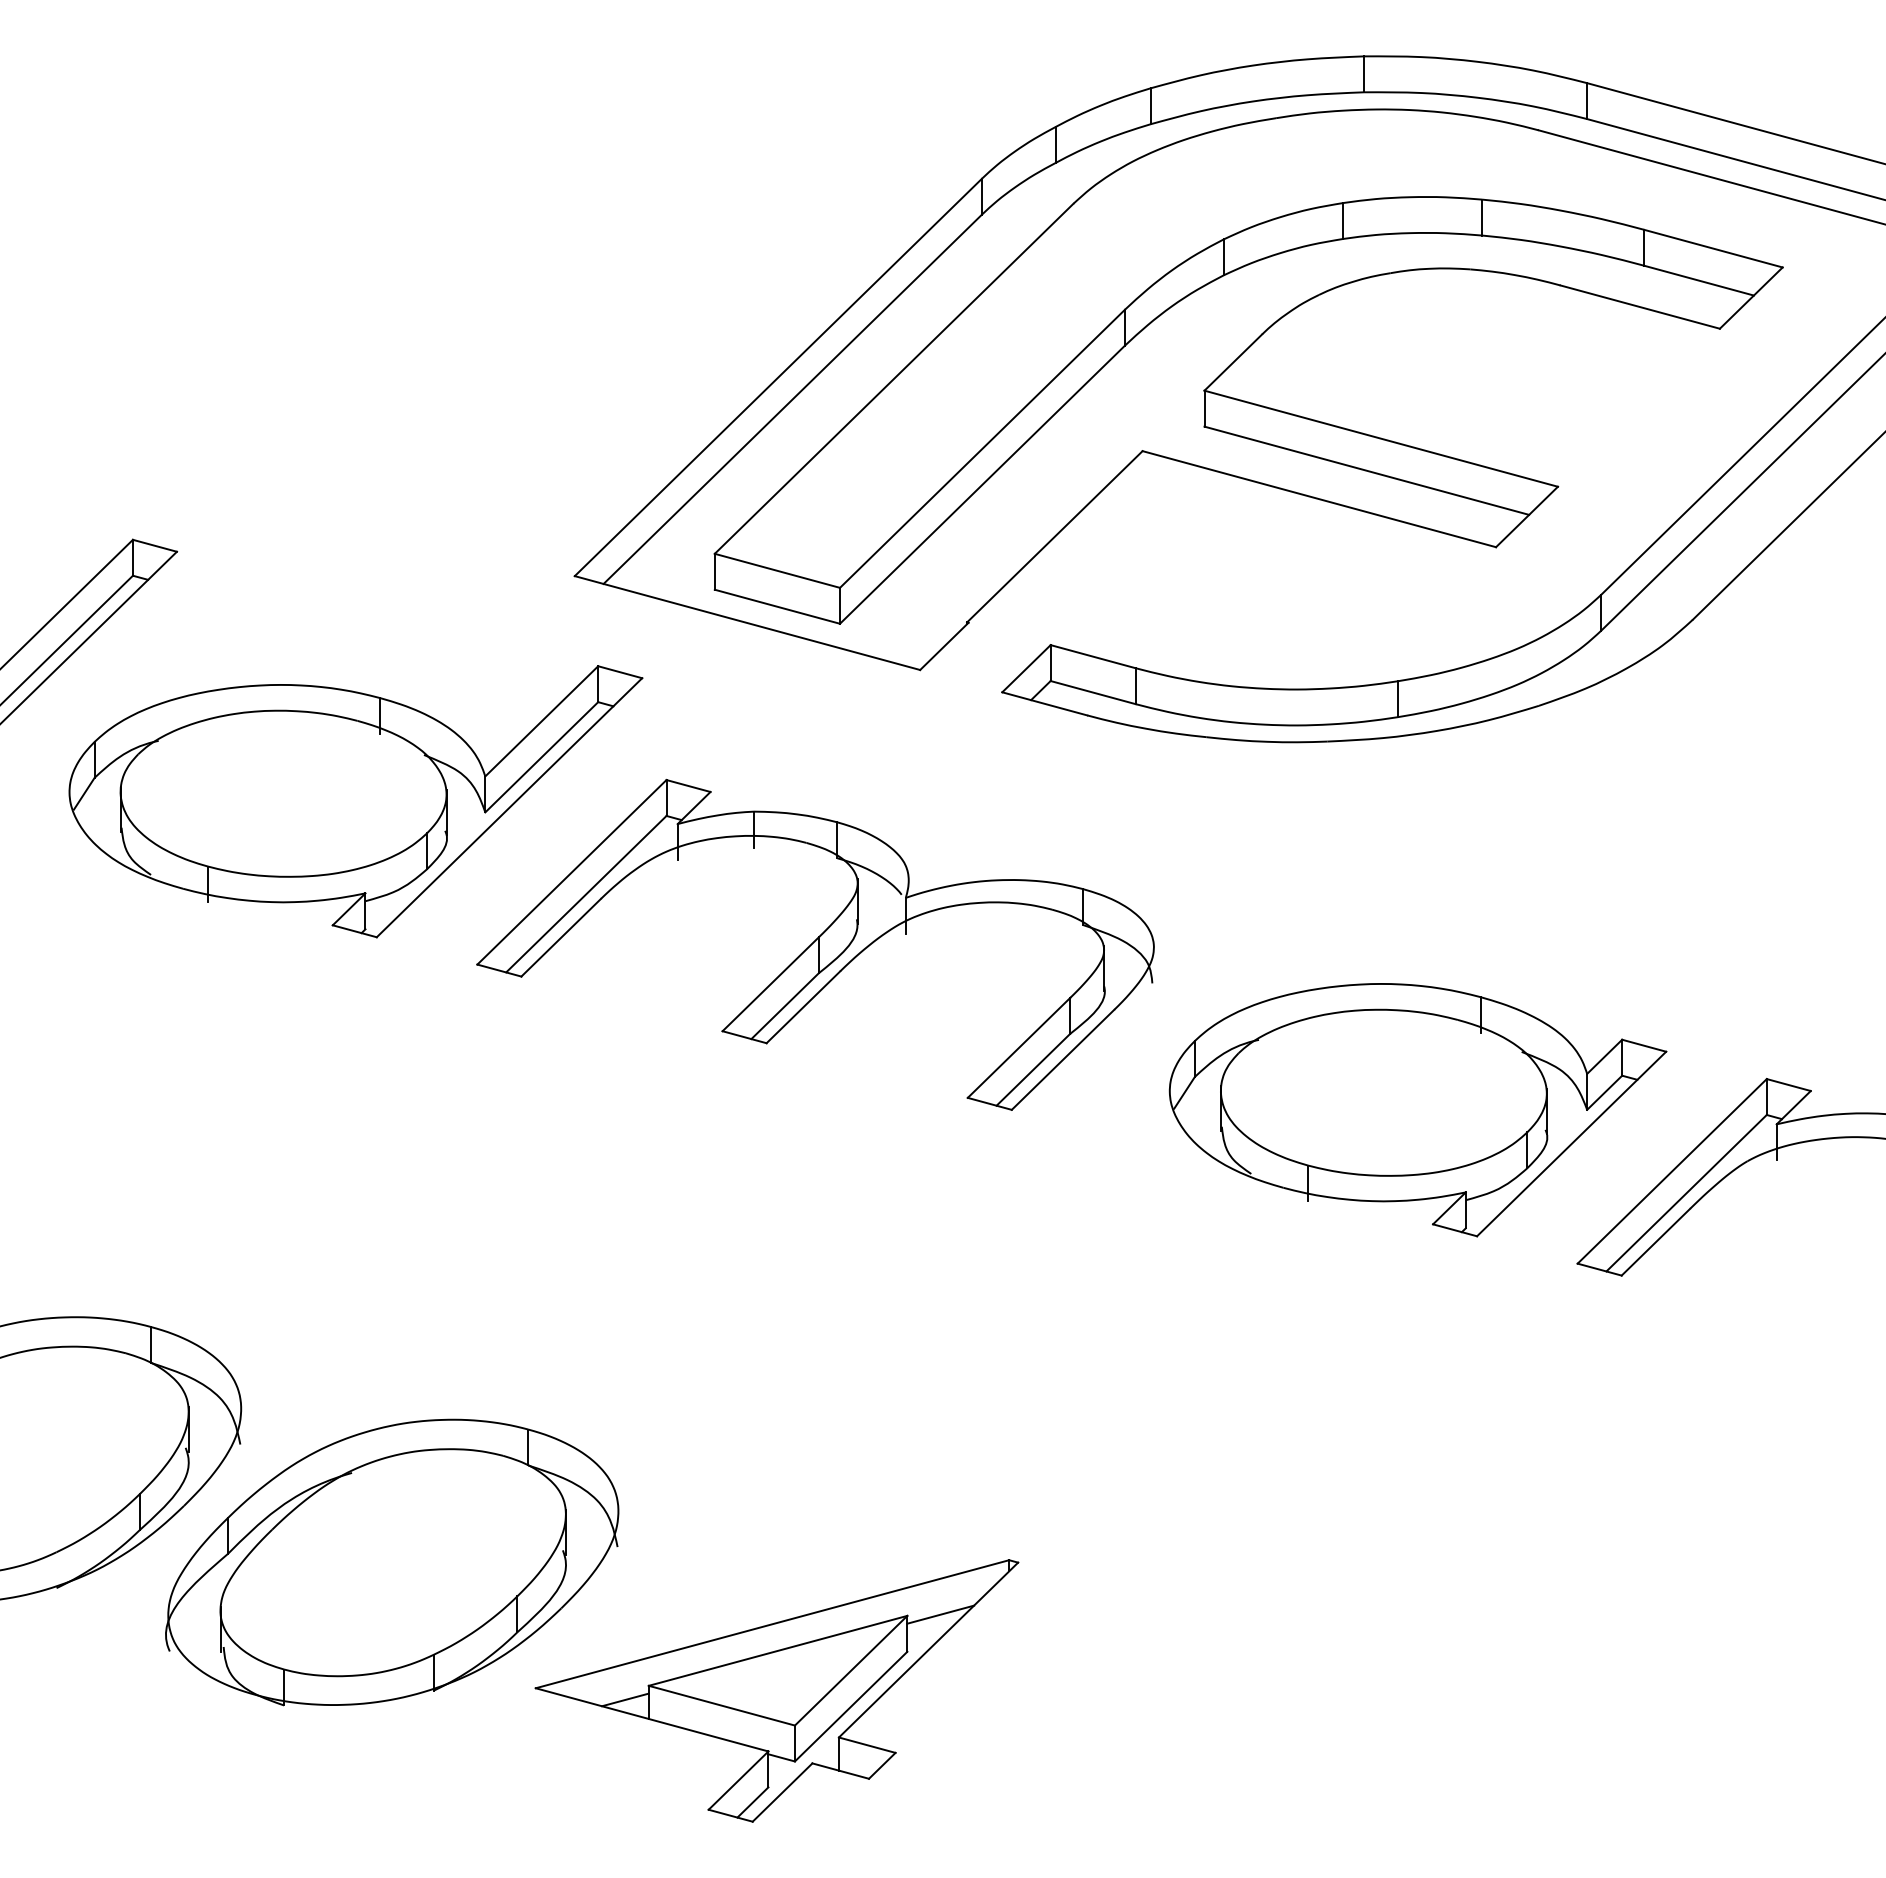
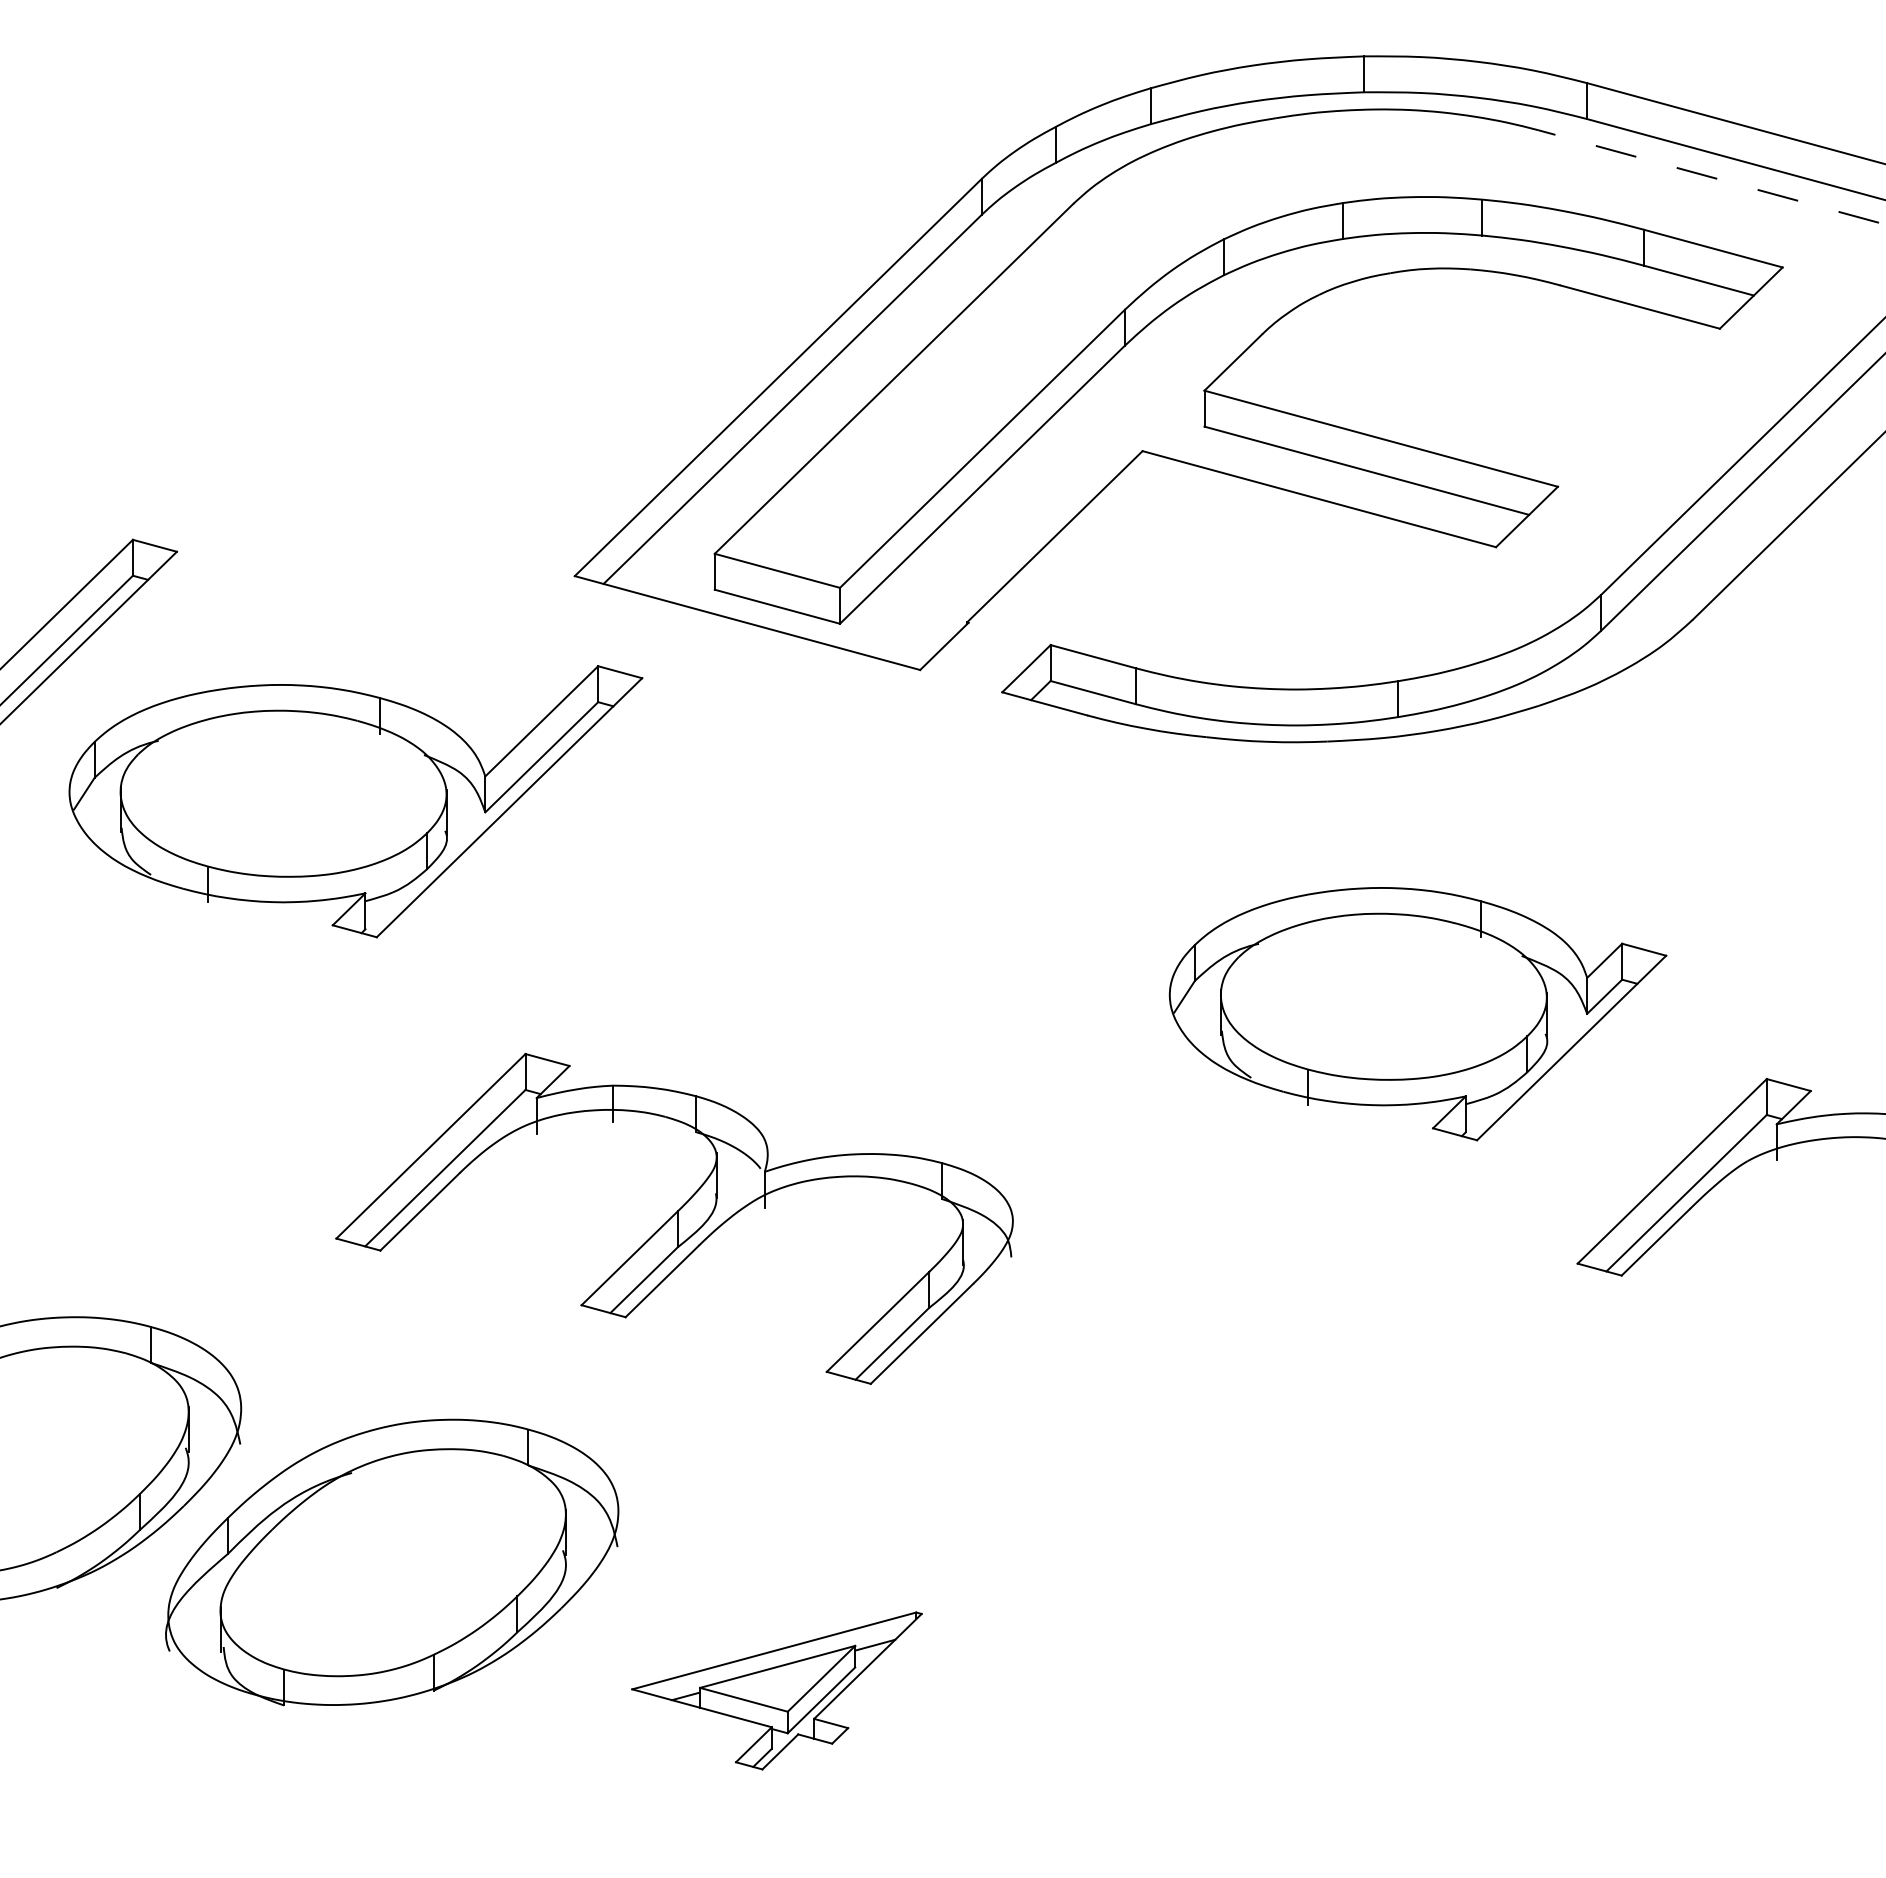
line at (1712, 177): solid -> dashed
part at (815, 944) position: (815, 944) -> (674, 1218)
part at (1417, 1110) position: (1417, 1110) -> (1417, 1014)
part at (776, 1690) size: 486x264 px -> 292x160 px
